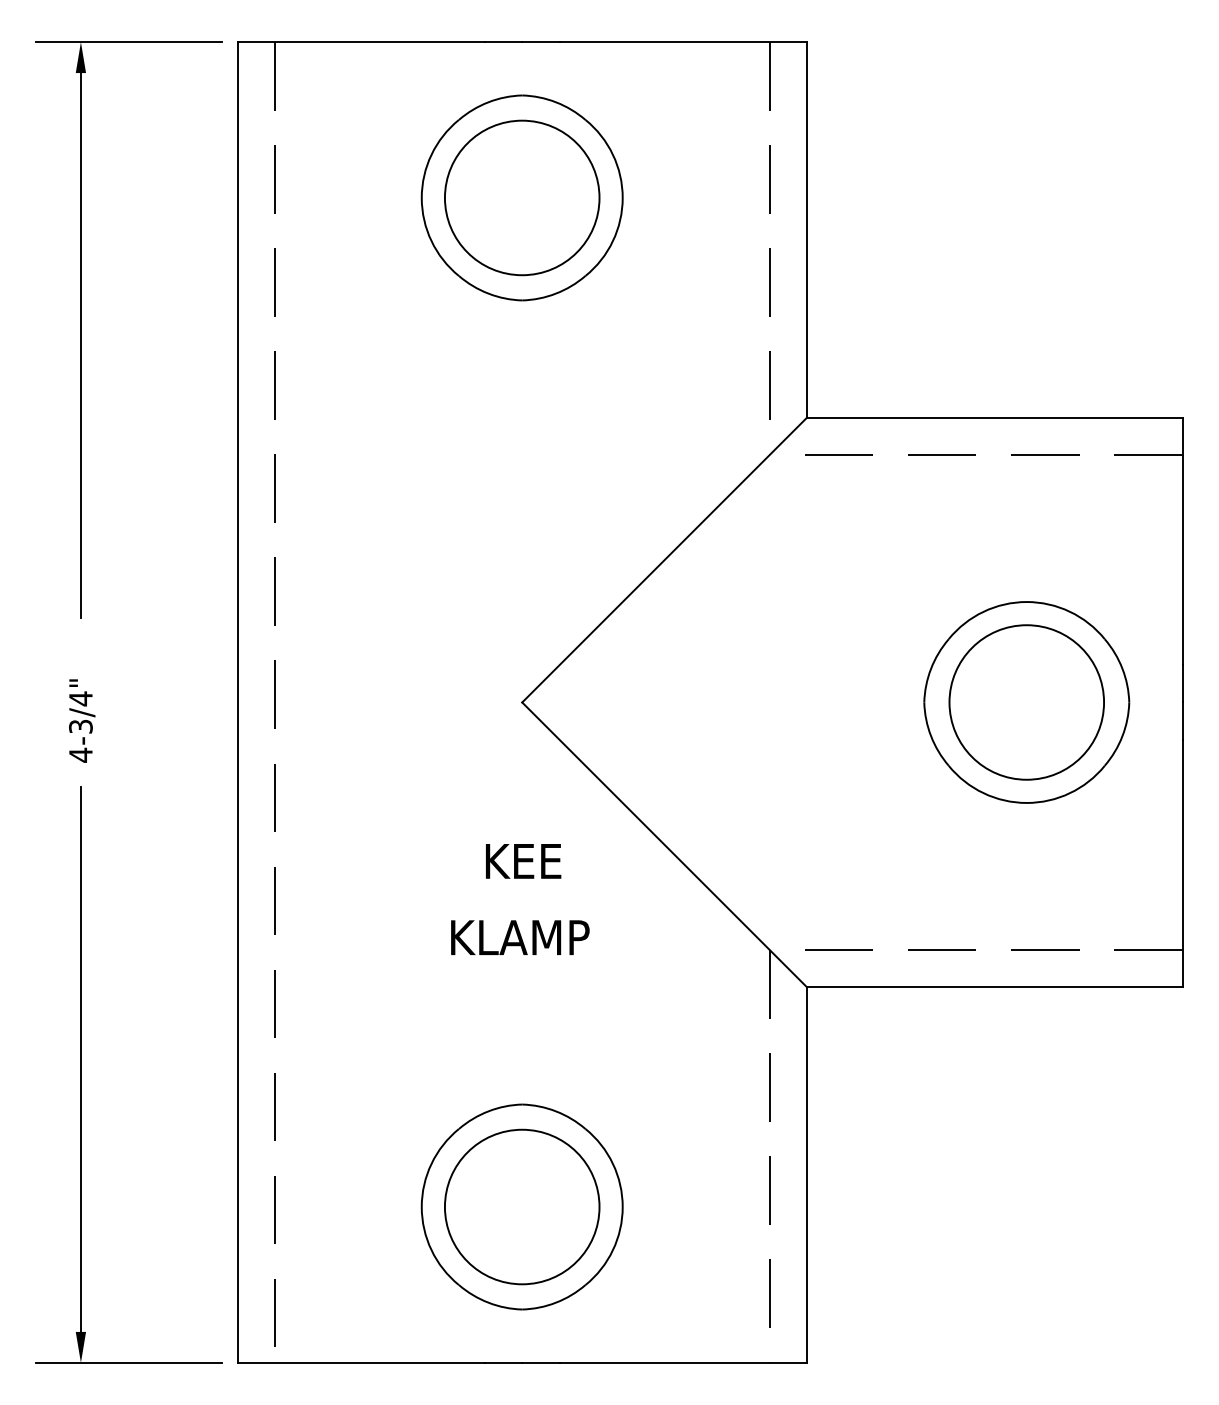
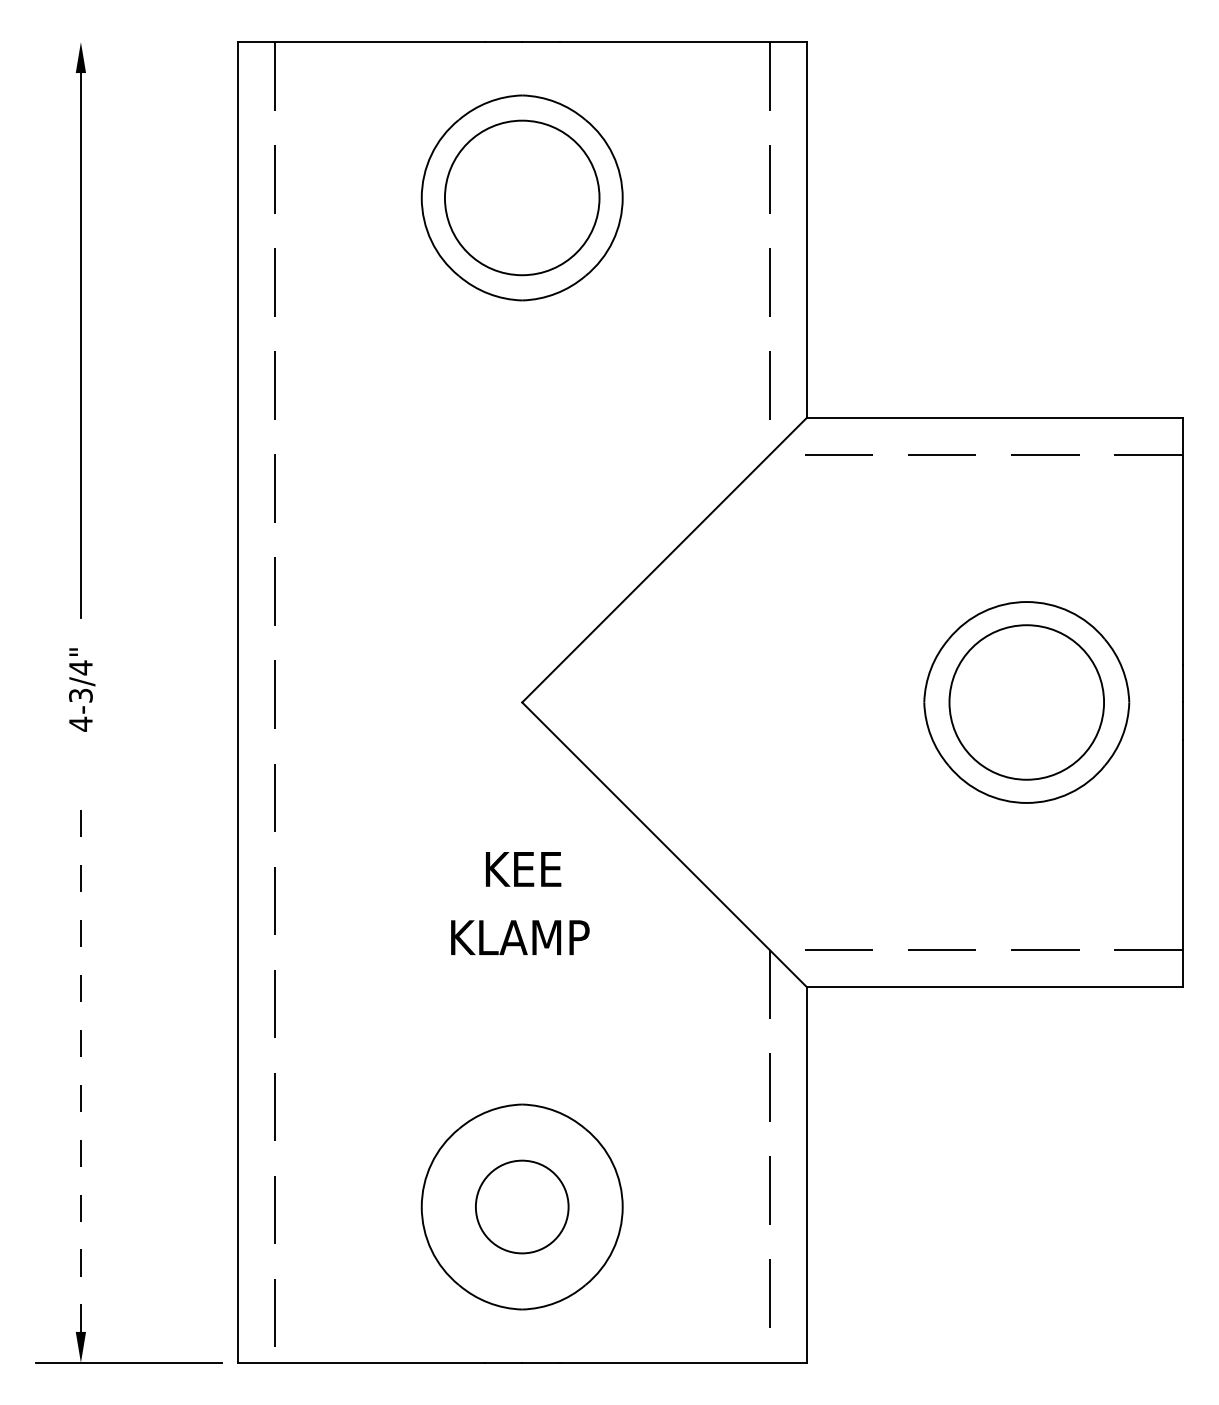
line at (129, 42): present -> none
text at (82, 720) position: (82, 720) -> (82, 689)
text at (523, 861) position: (523, 861) -> (523, 869)
line at (80, 1059): solid -> dashed
circle at (521, 1206) diameter: 155 px -> 93 px
